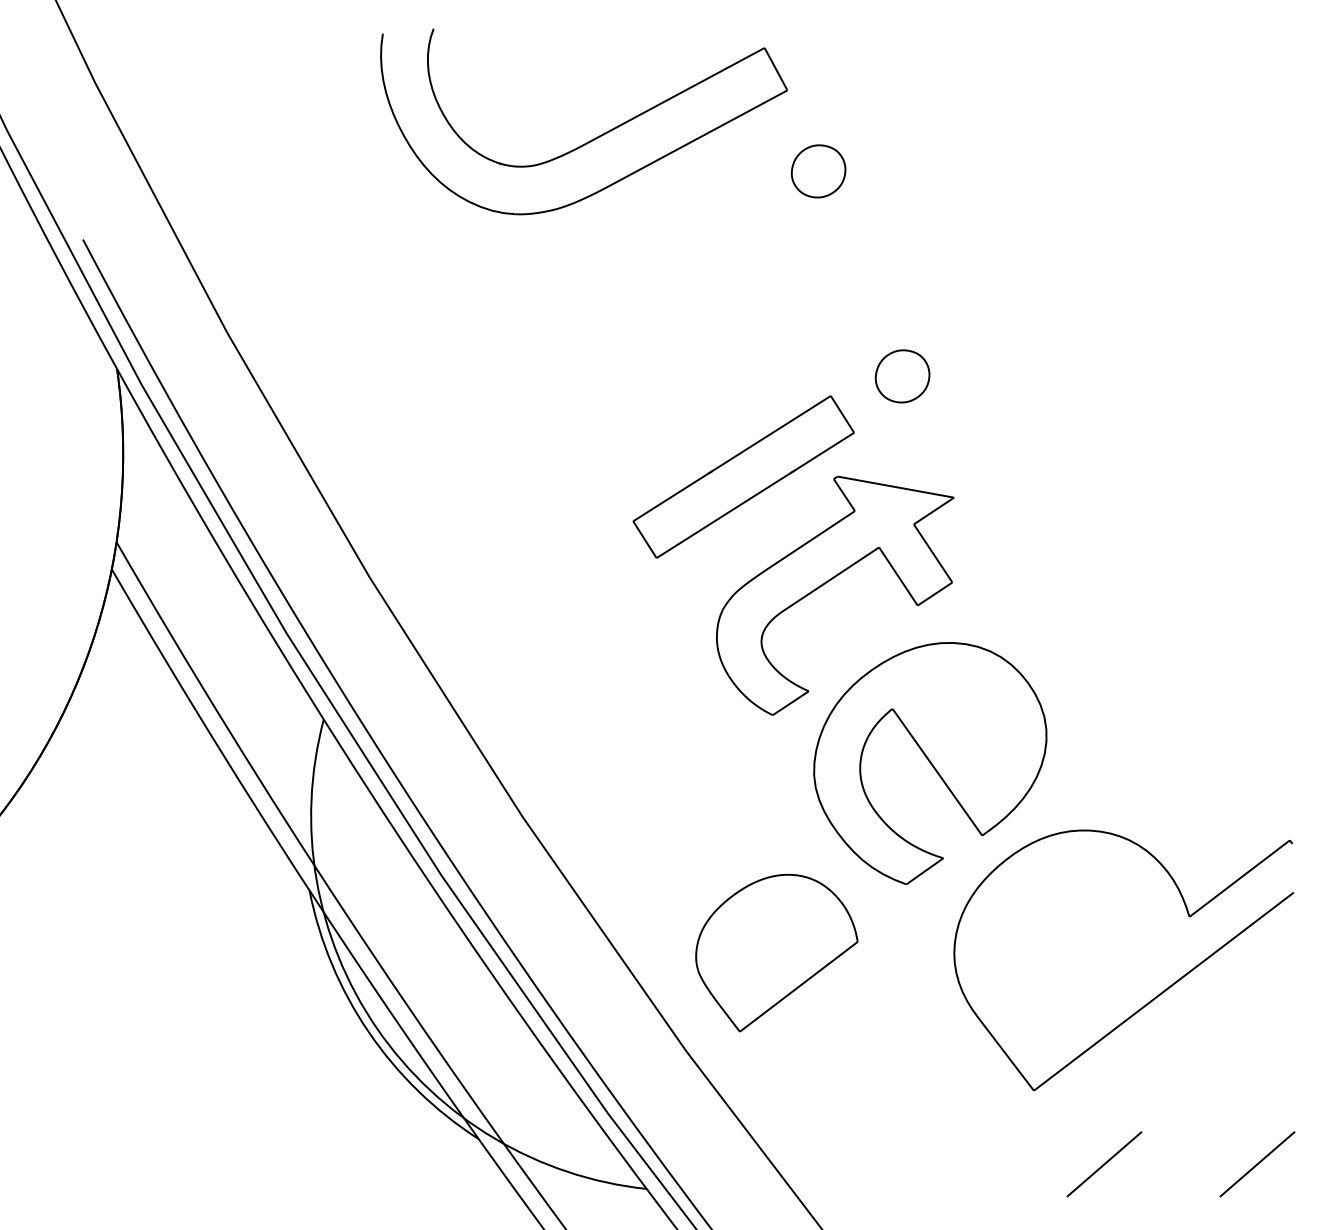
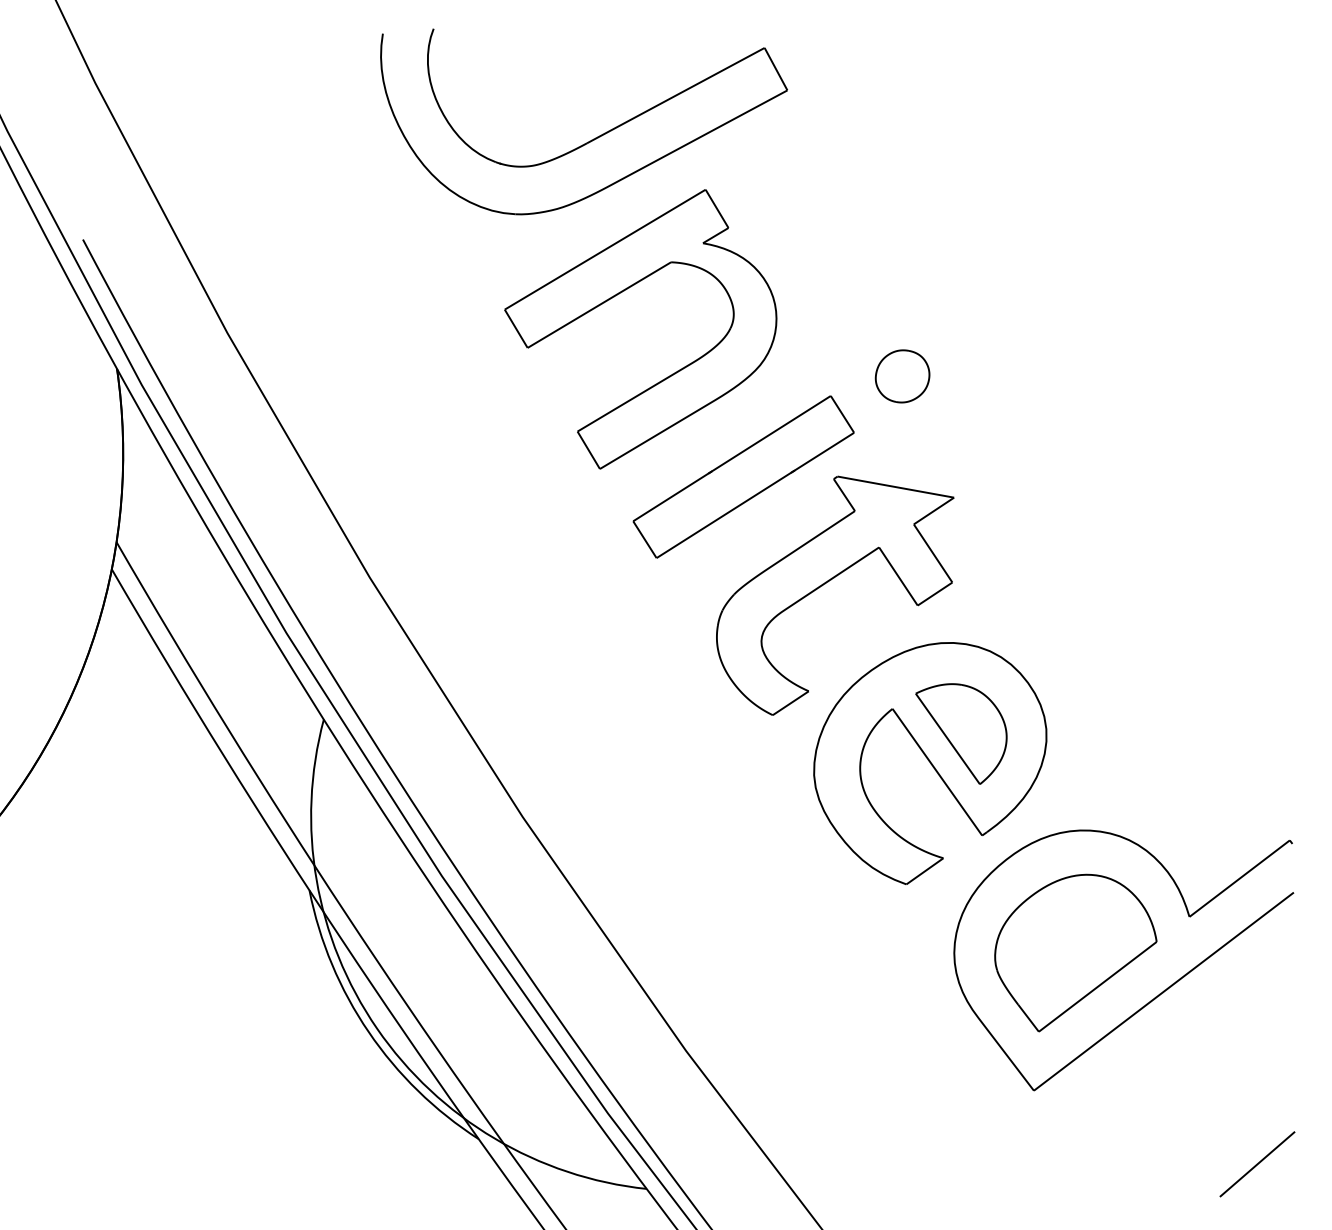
part at (818, 171): present -> none
part at (619, 294): none -> present
part at (961, 733): none -> present
part at (776, 952) position: (776, 952) -> (1075, 952)
line at (1104, 1164): present -> none
